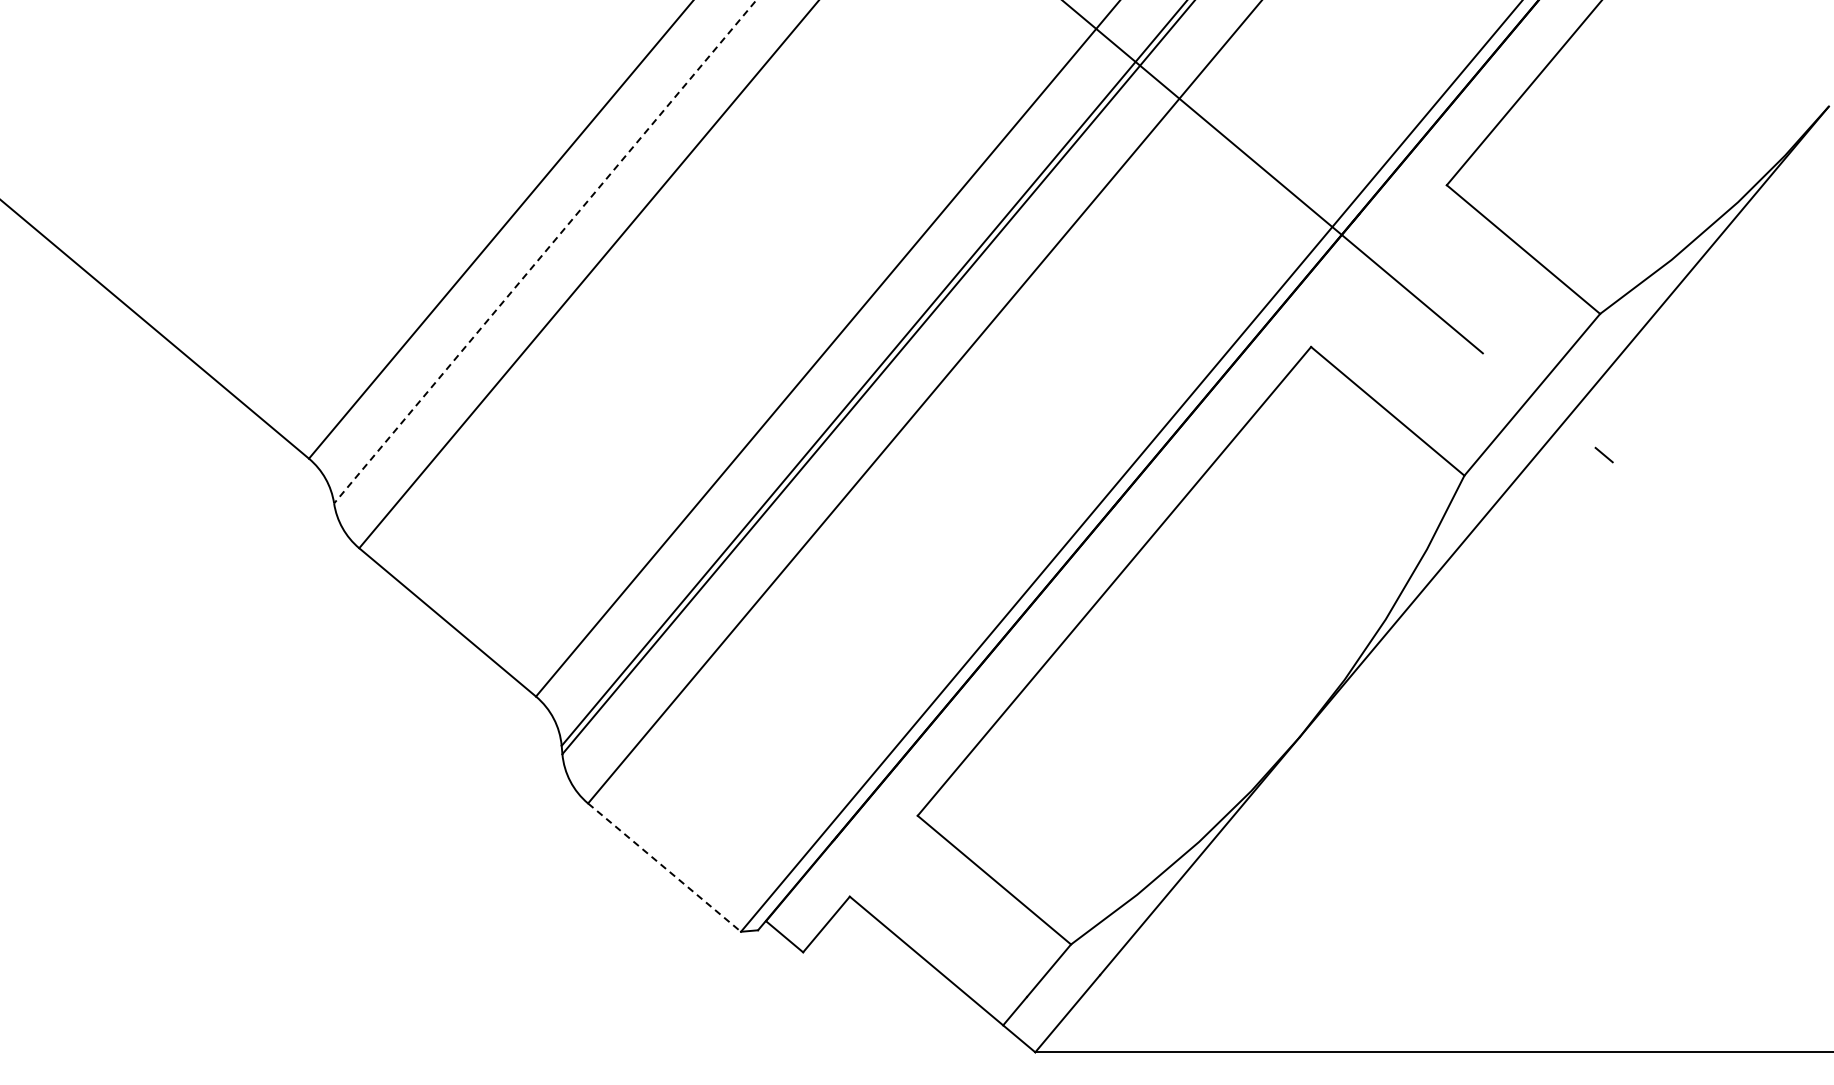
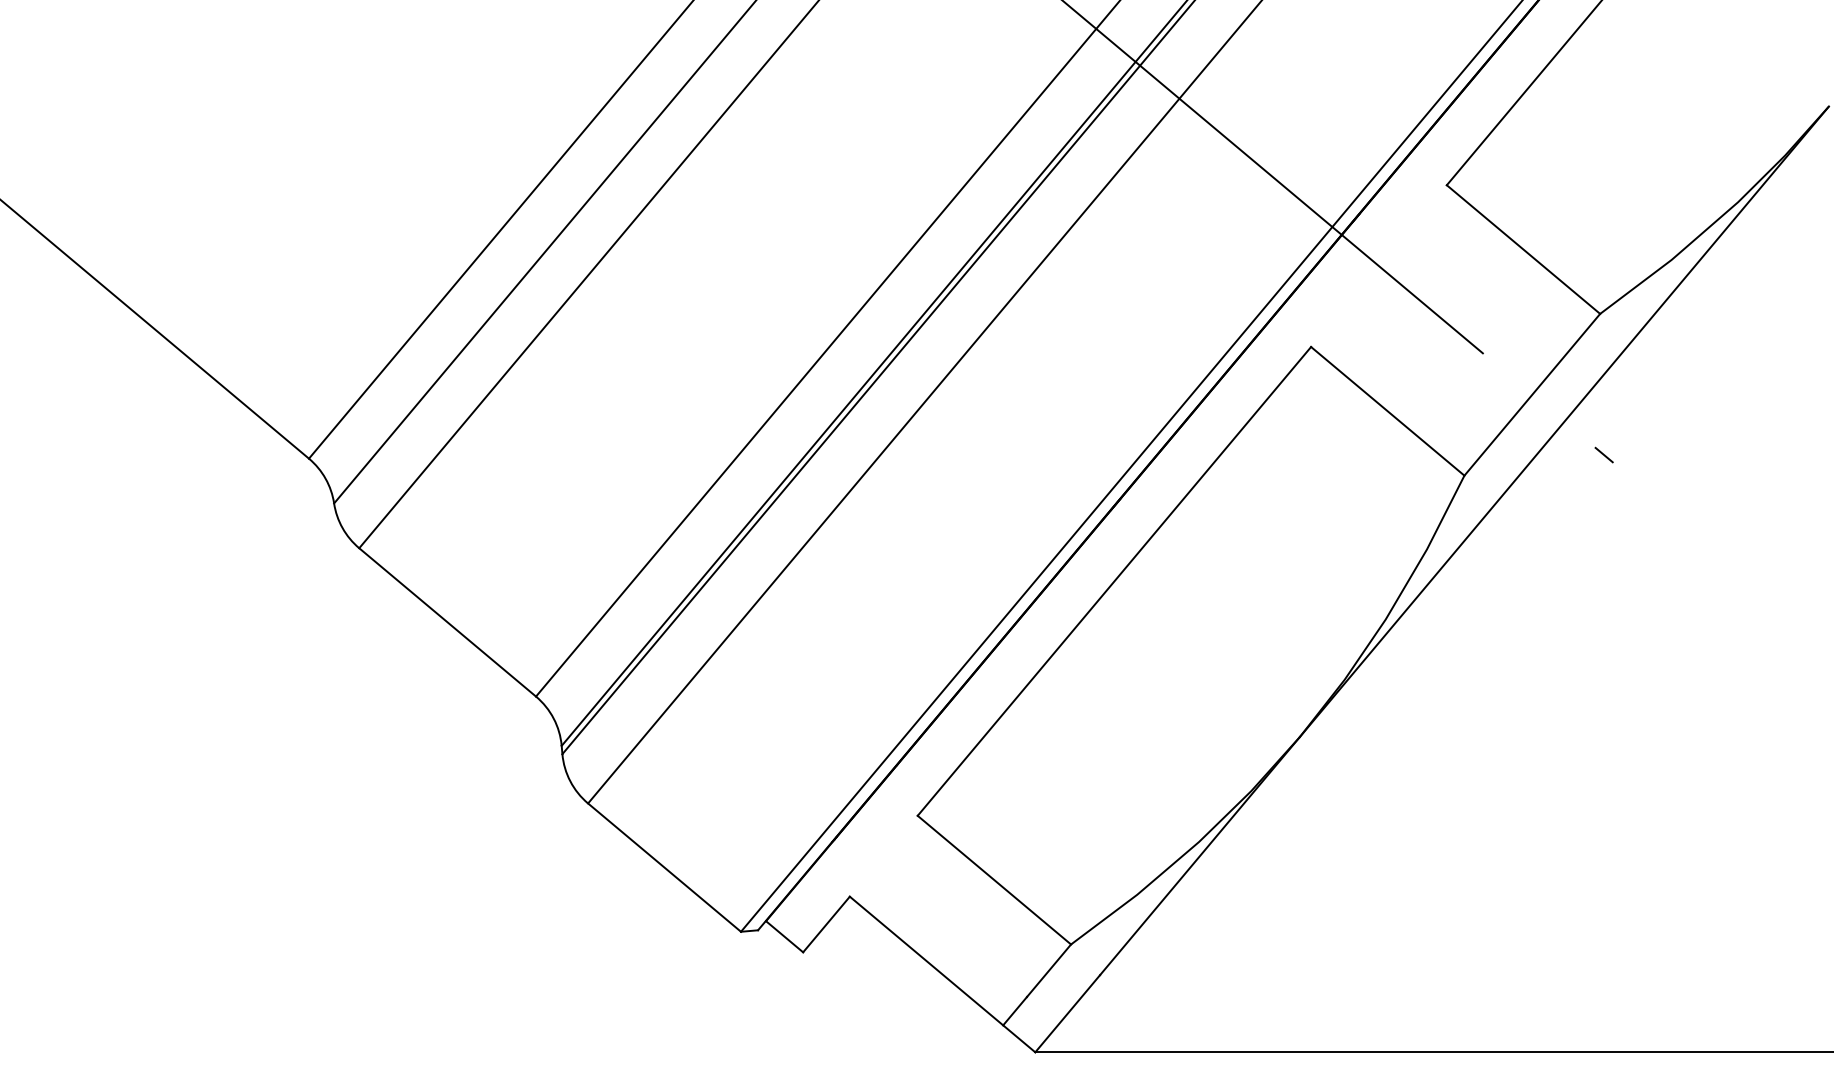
line at (544, 252): dashed -> solid
line at (664, 867): dashed -> solid
